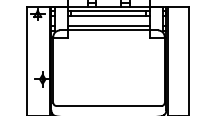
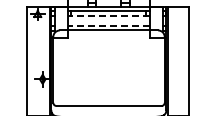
line at (108, 15): solid -> dashed
line at (108, 25): solid -> dashed
